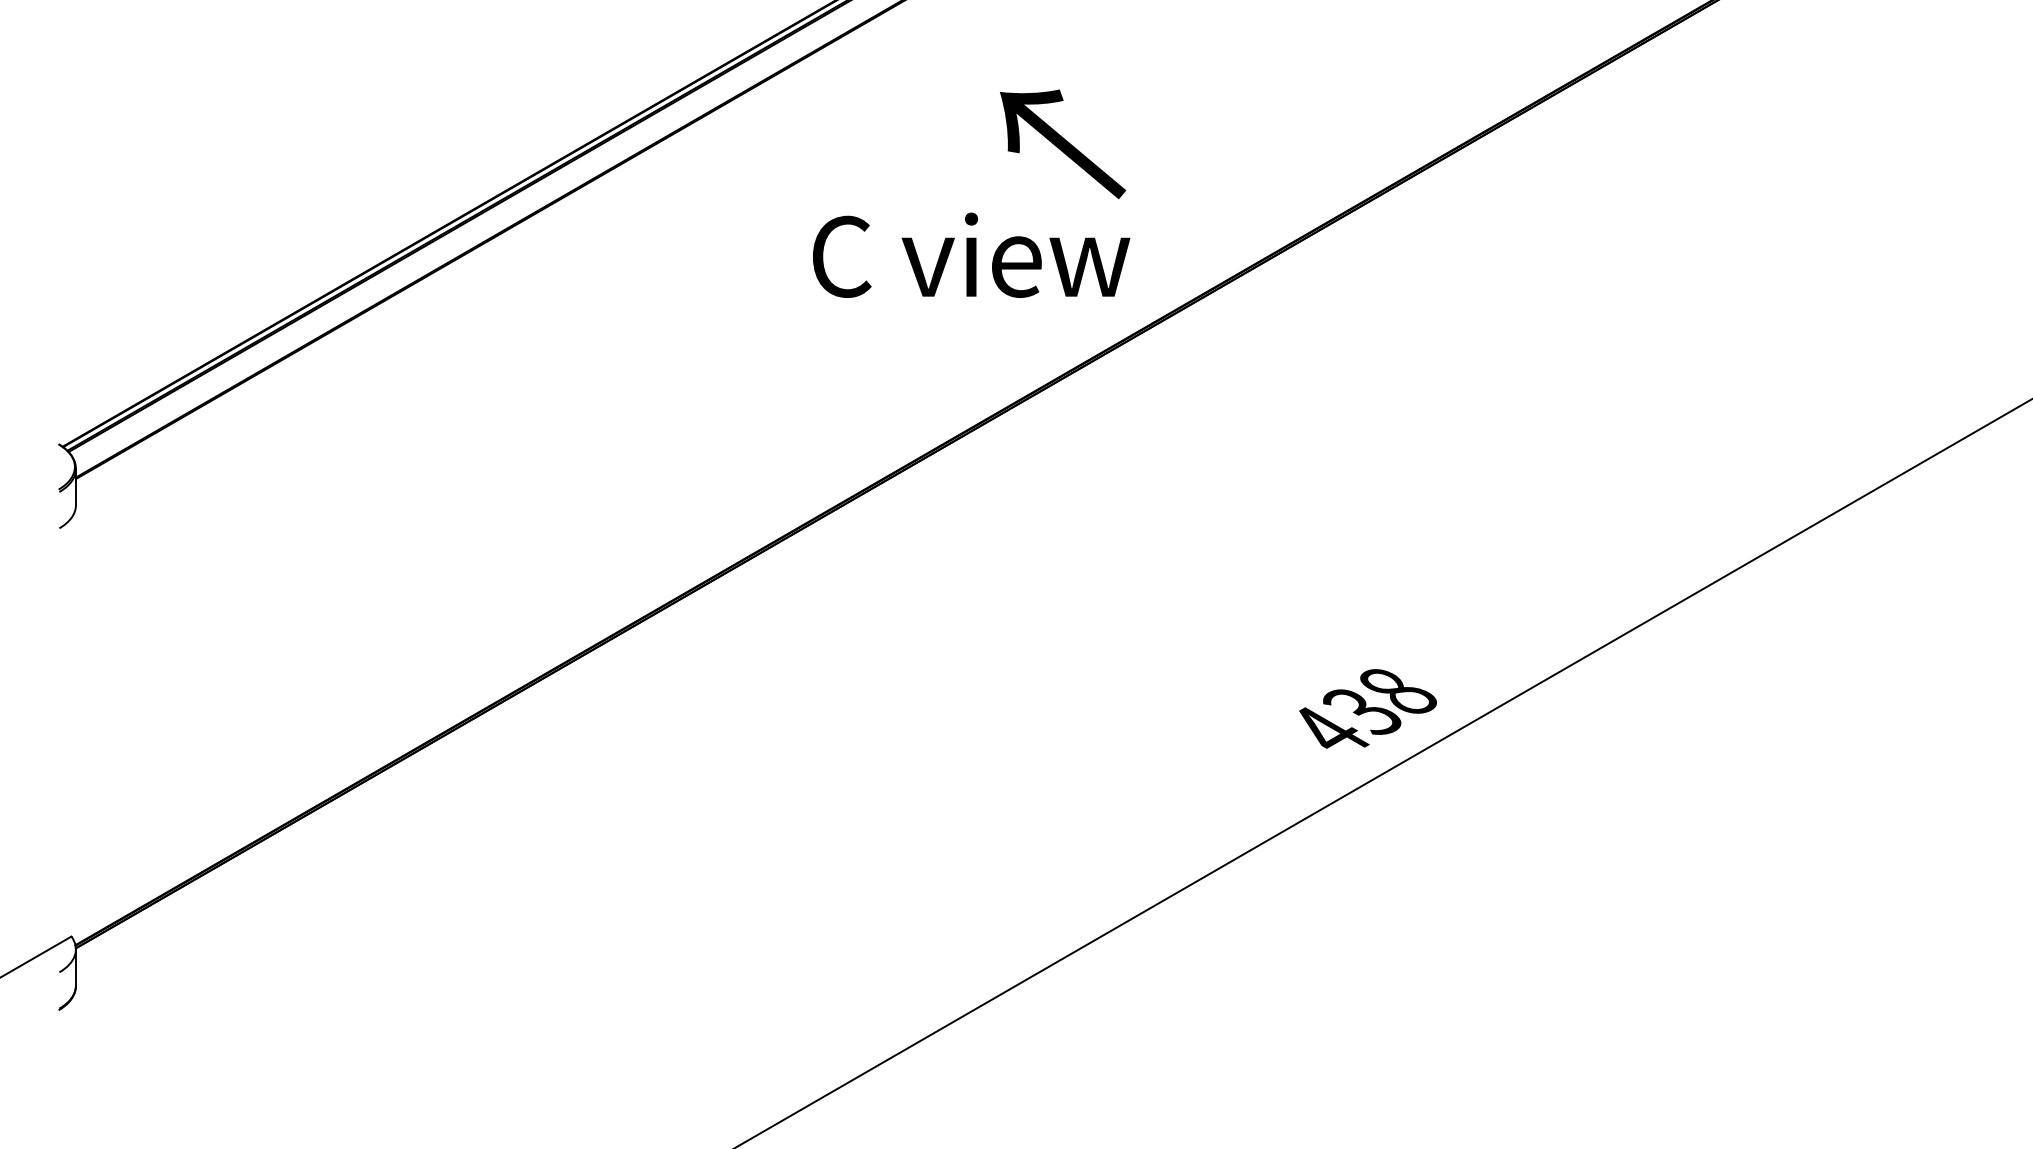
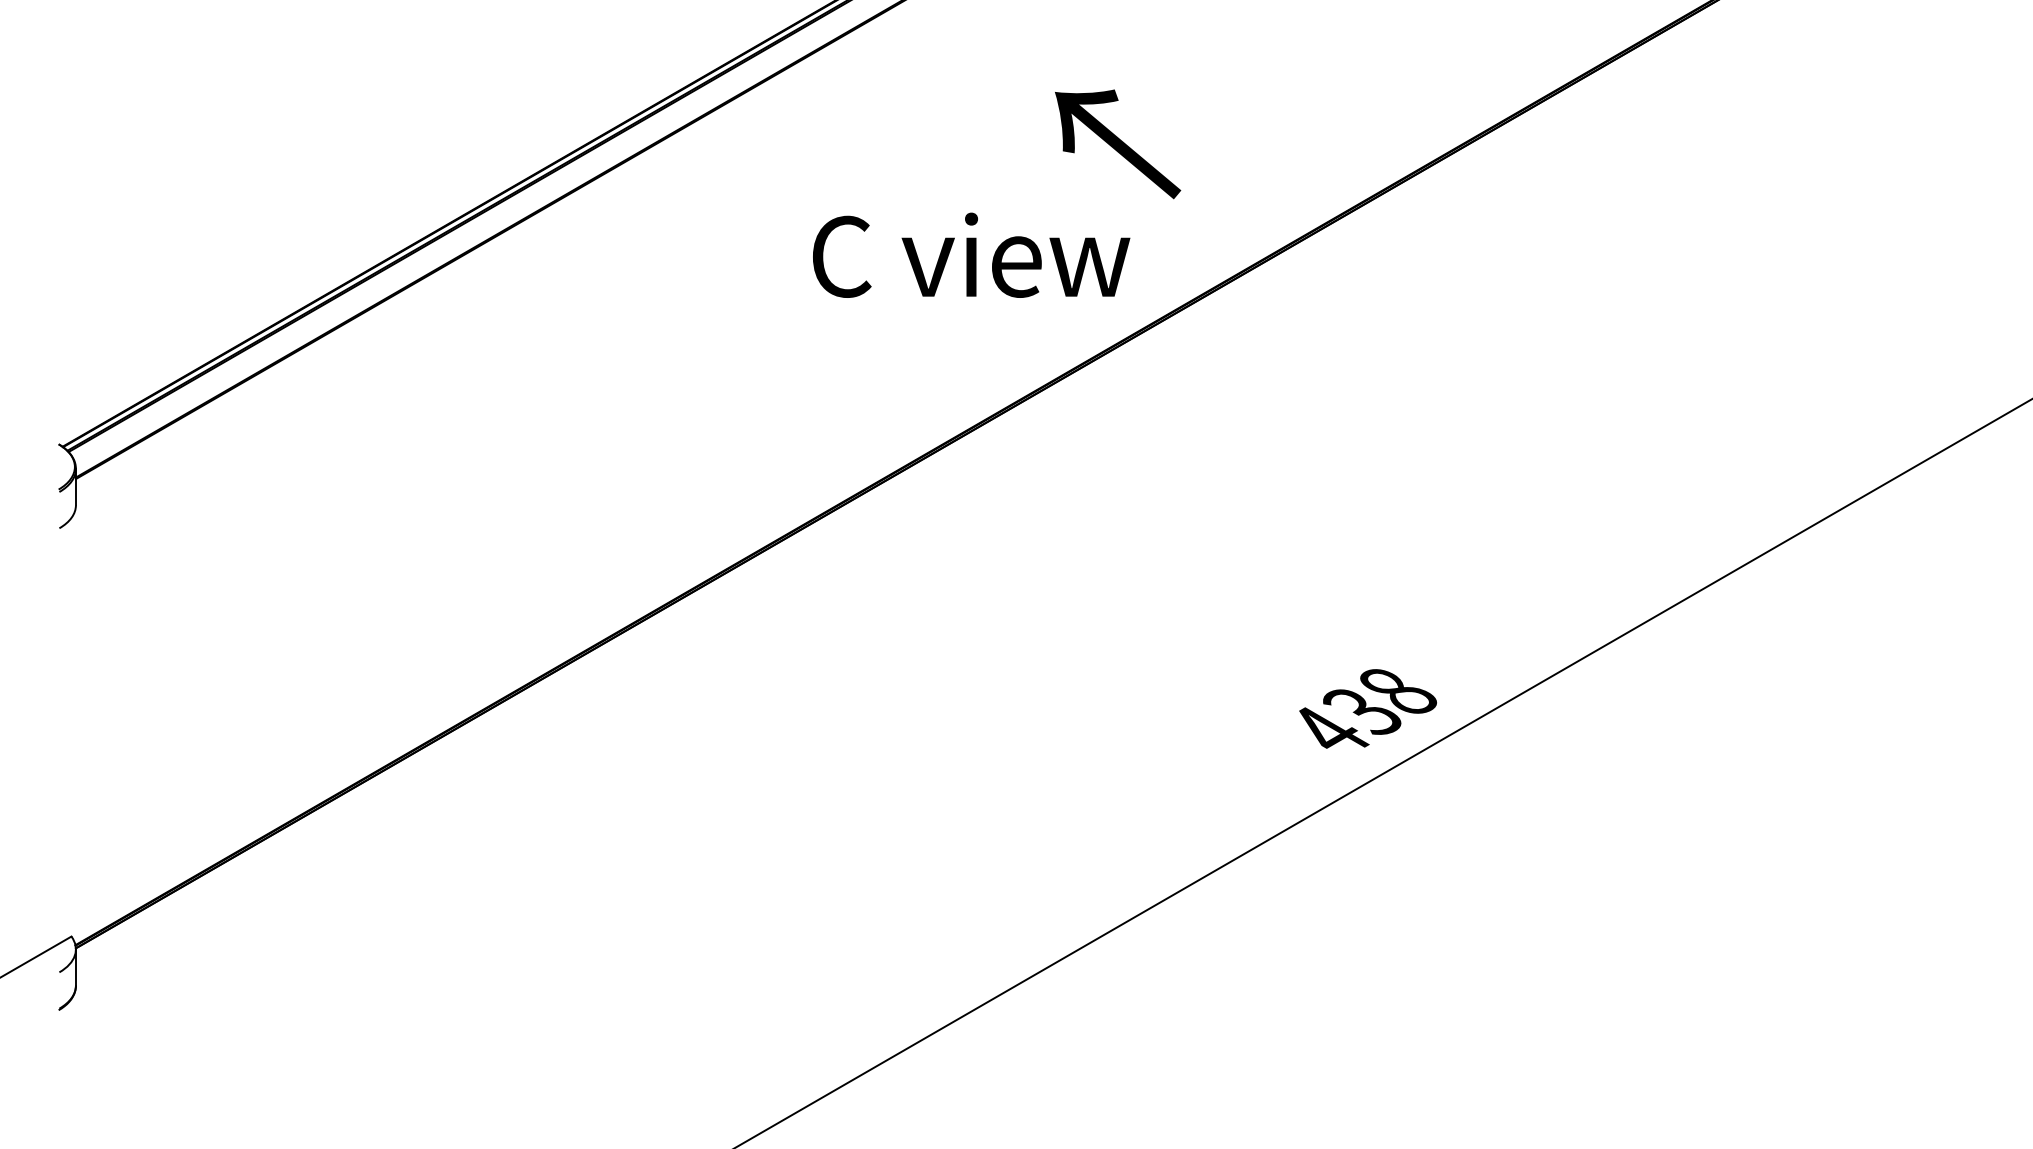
text at (1063, 144) position: (1063, 144) -> (1118, 144)
